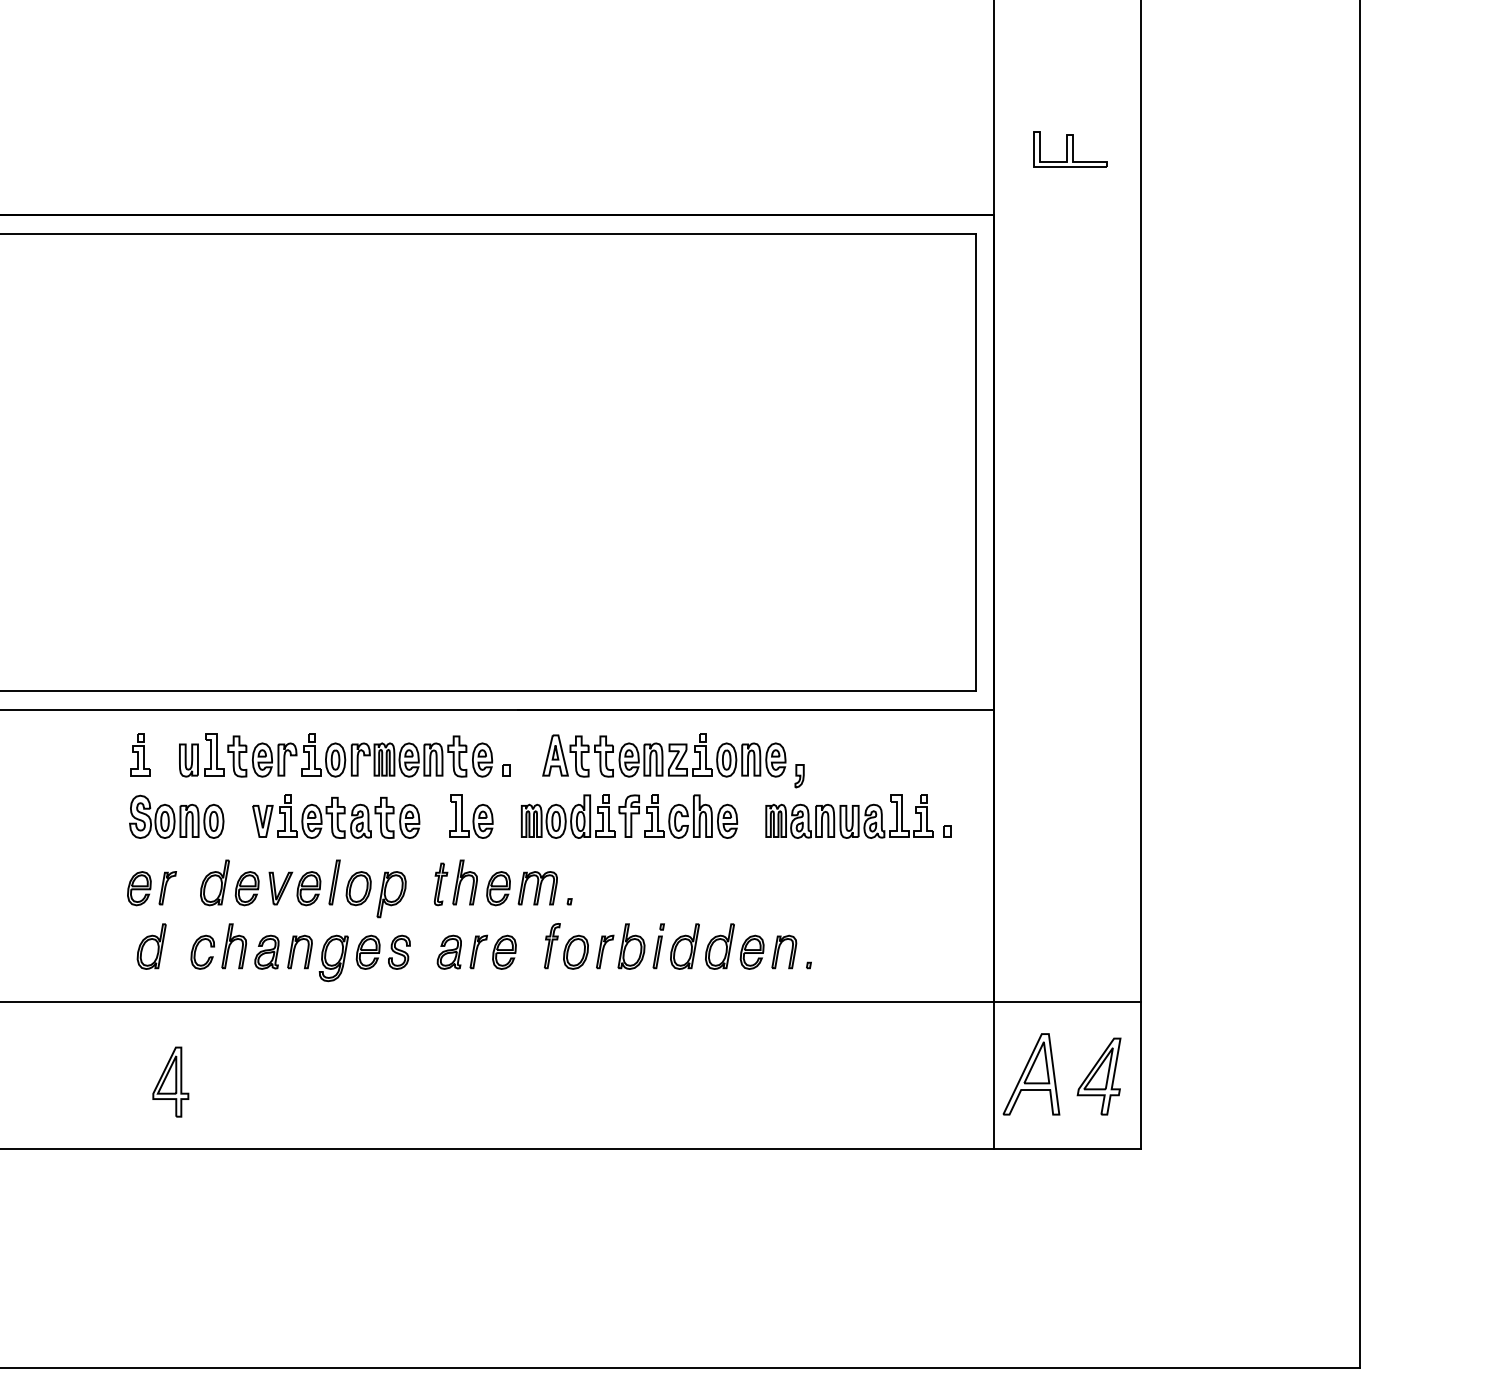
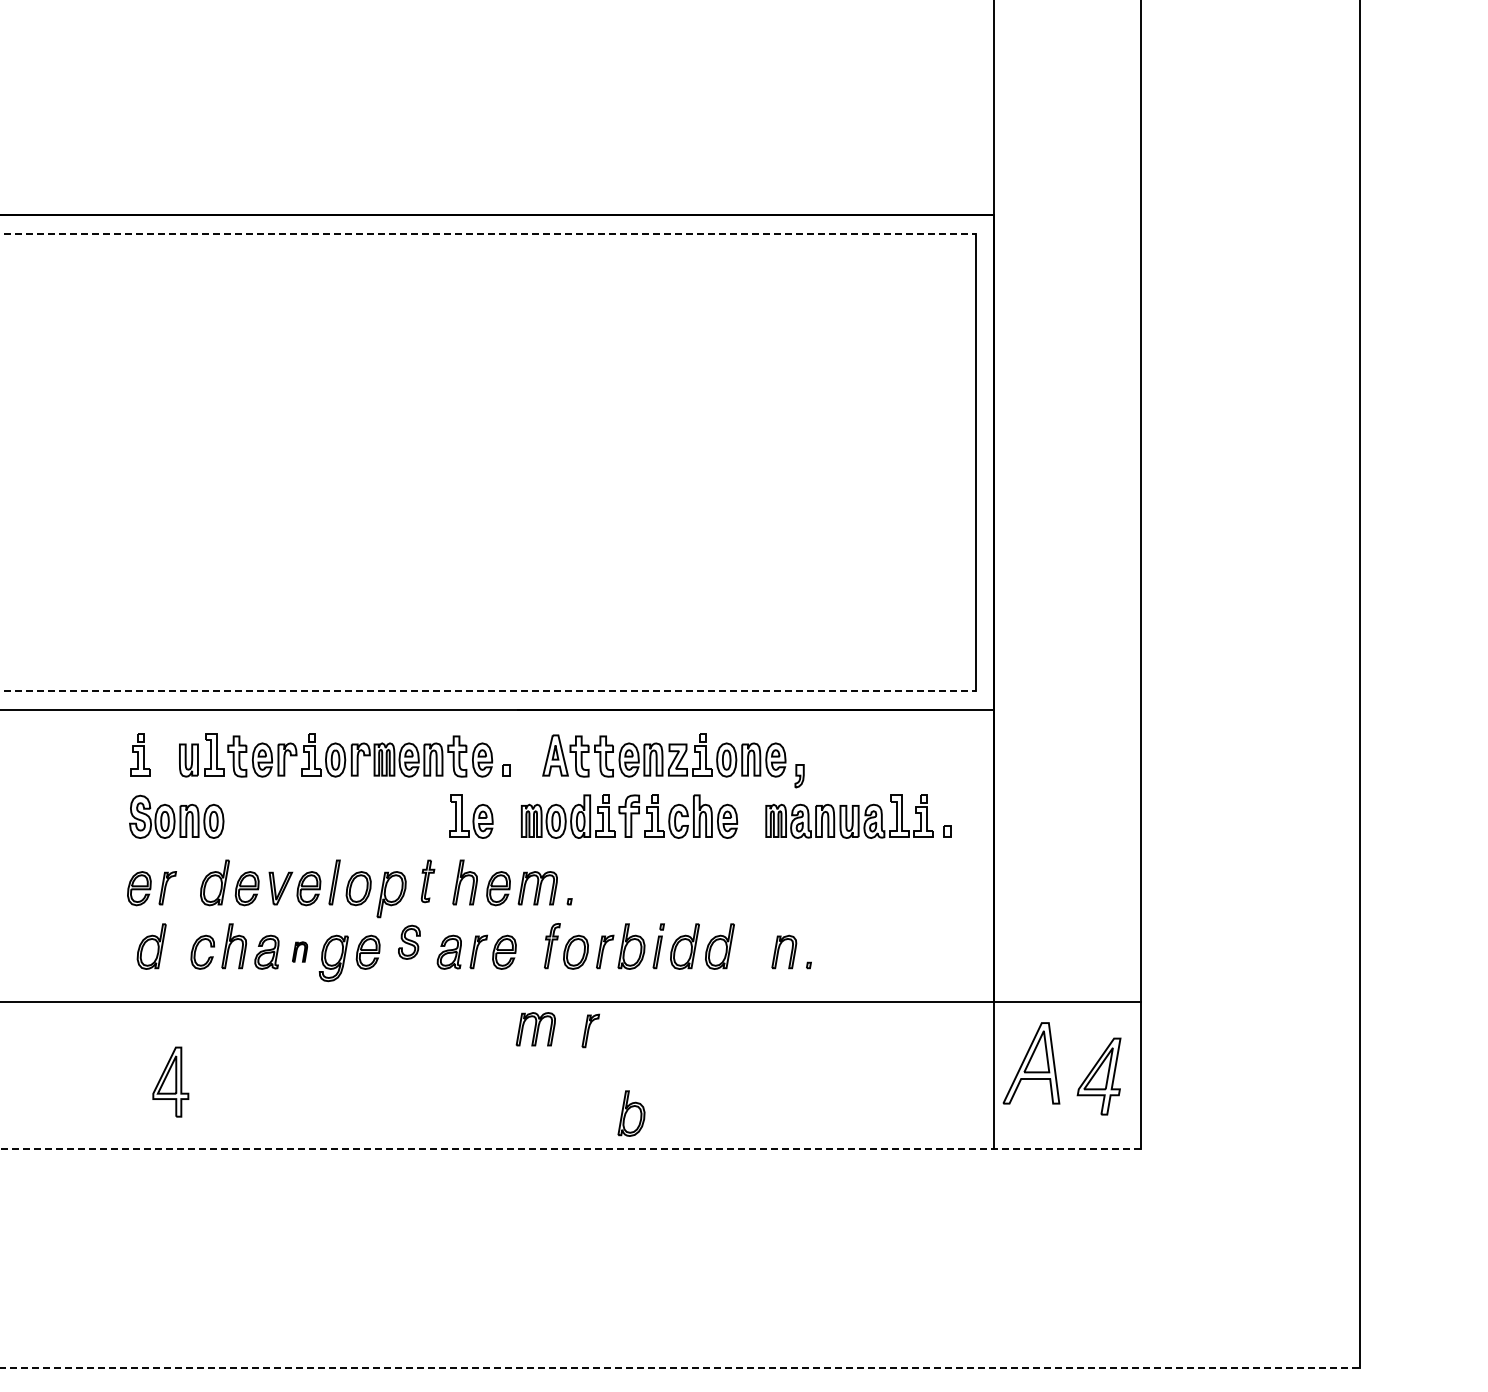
part at (1070, 149): present -> none
line at (488, 233): solid -> dashed
line at (488, 691): solid -> dashed
part at (336, 816): present -> none
part at (440, 884) position: (440, 884) -> (427, 881)
part at (299, 951) size: 26x36 px -> 17x22 px
part at (399, 951) position: (399, 951) -> (409, 941)
part at (751, 951): present -> none
part at (535, 1029): none -> present
part at (590, 1030): none -> present
part at (1031, 1074) position: (1031, 1074) -> (1031, 1063)
part at (631, 1113): none -> present
line at (570, 1148): solid -> dashed
line at (681, 1368): solid -> dashed
